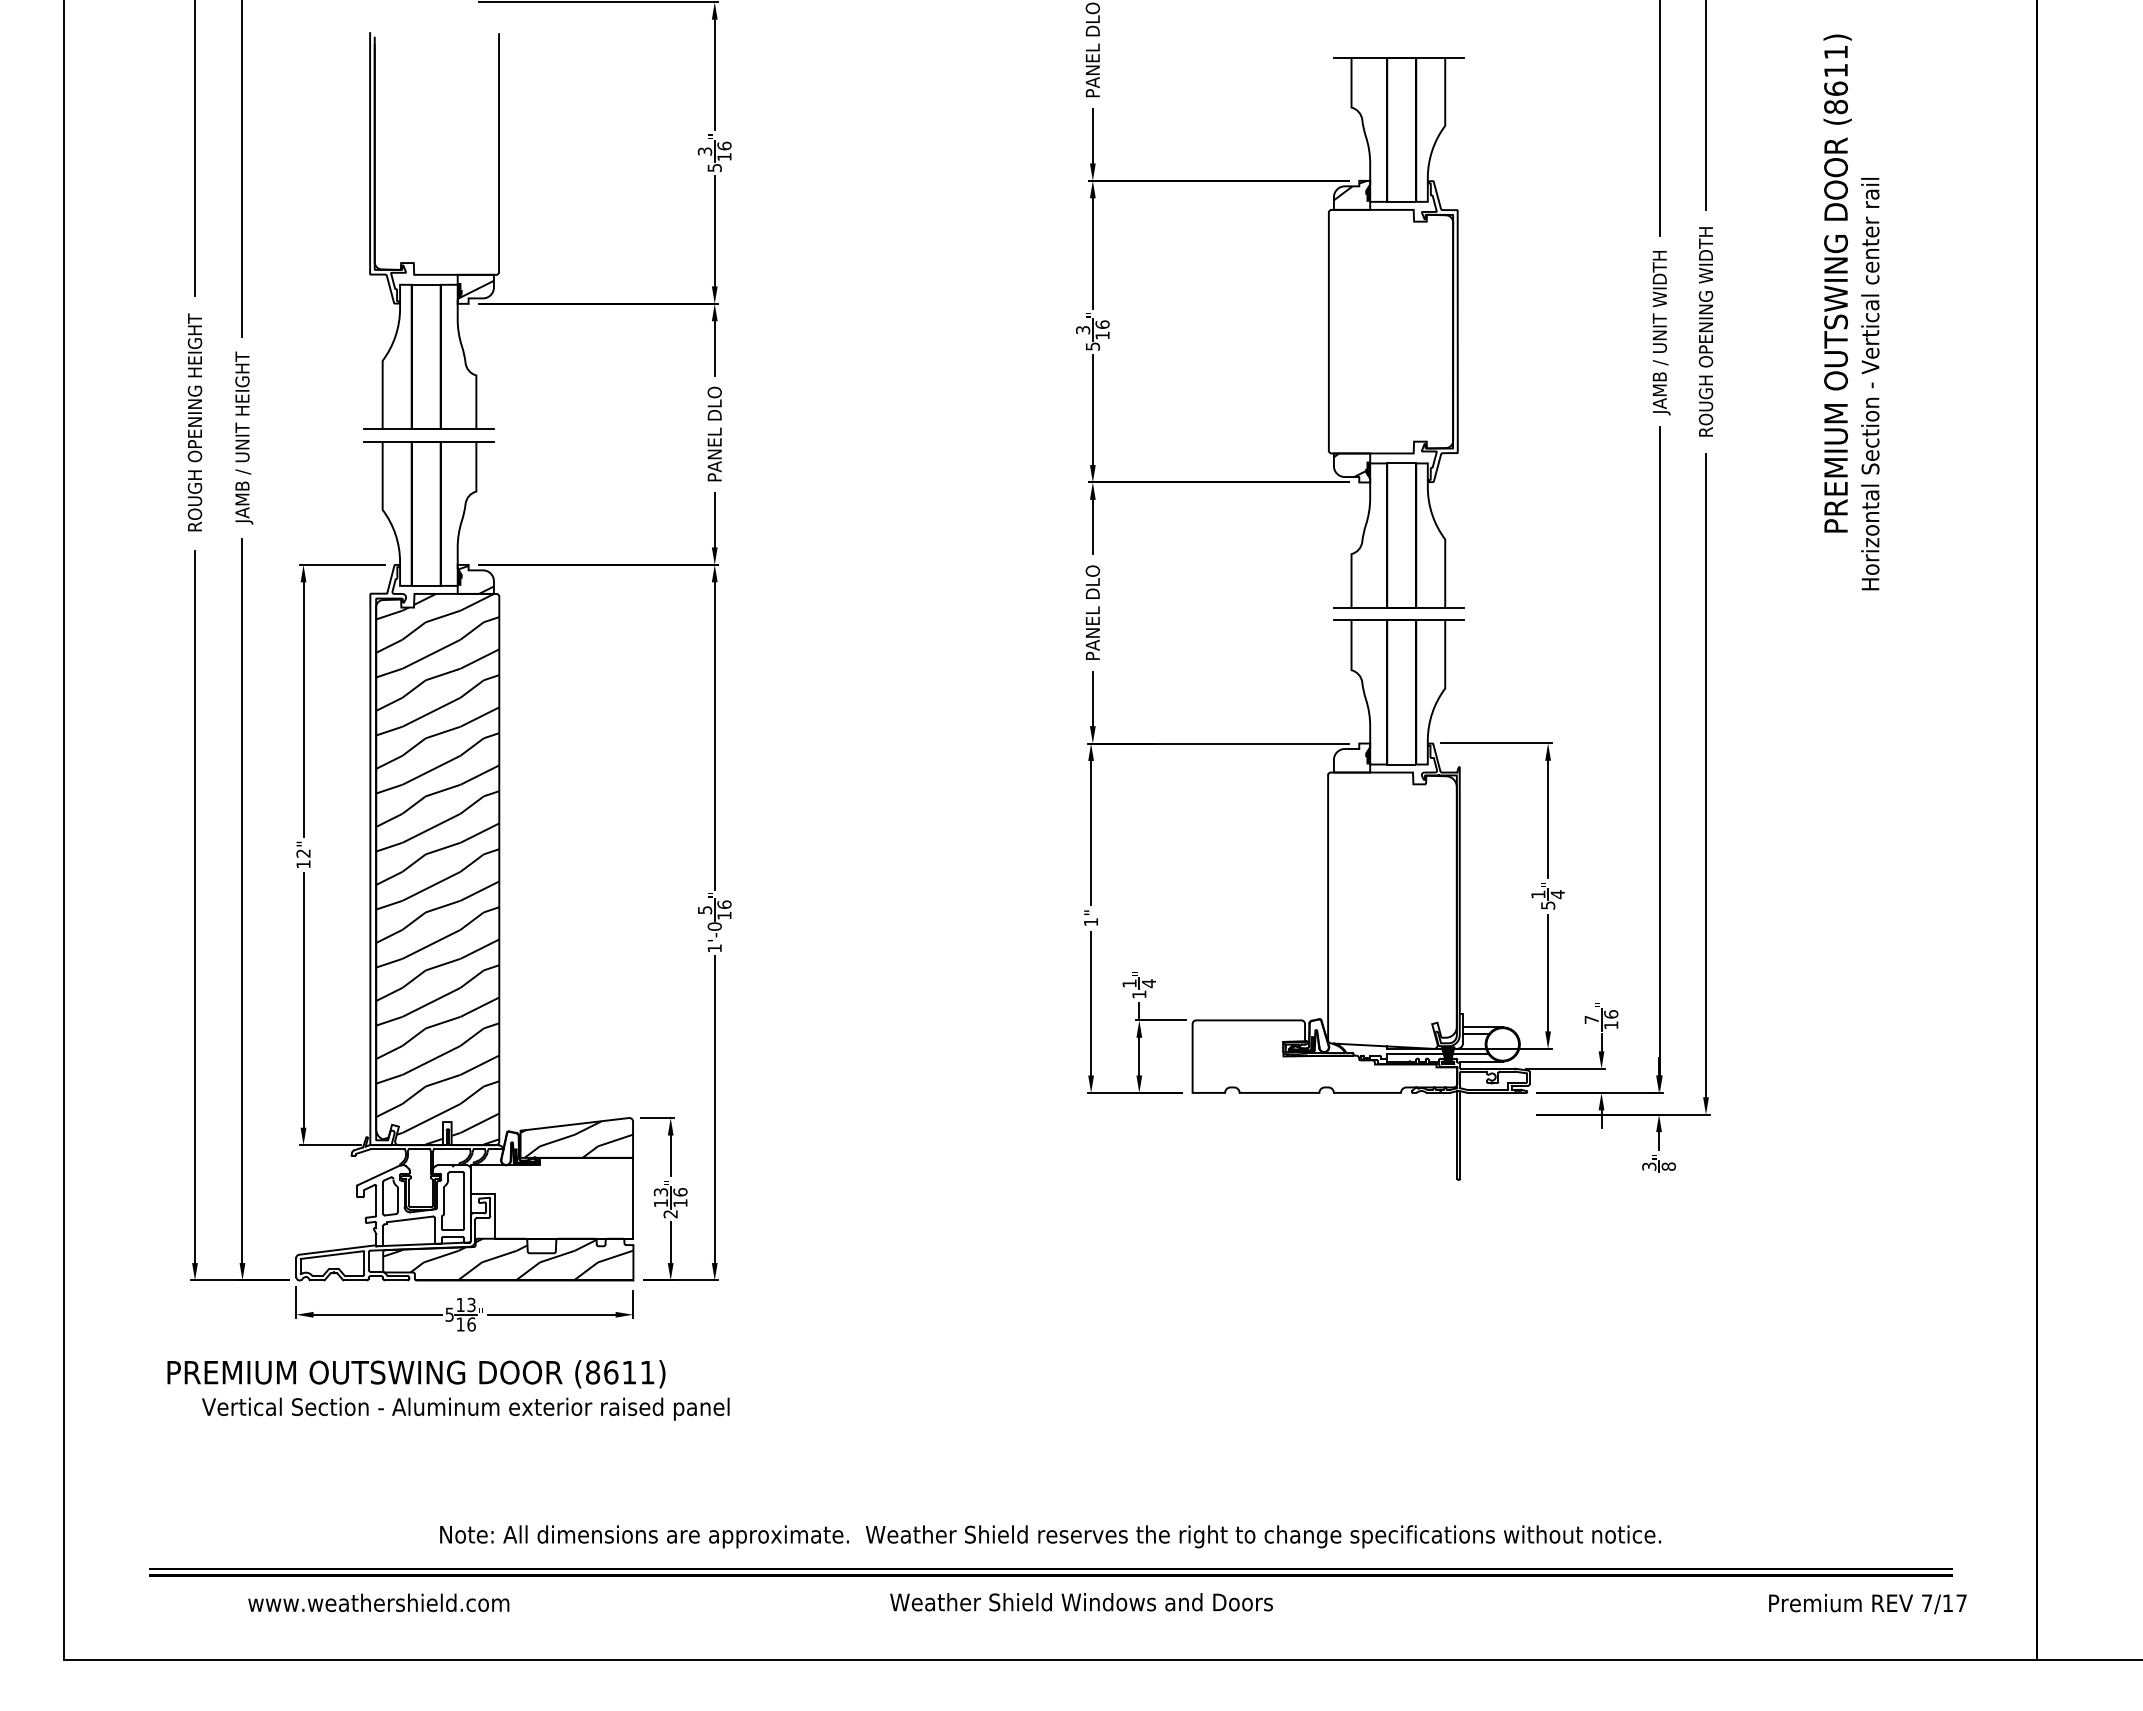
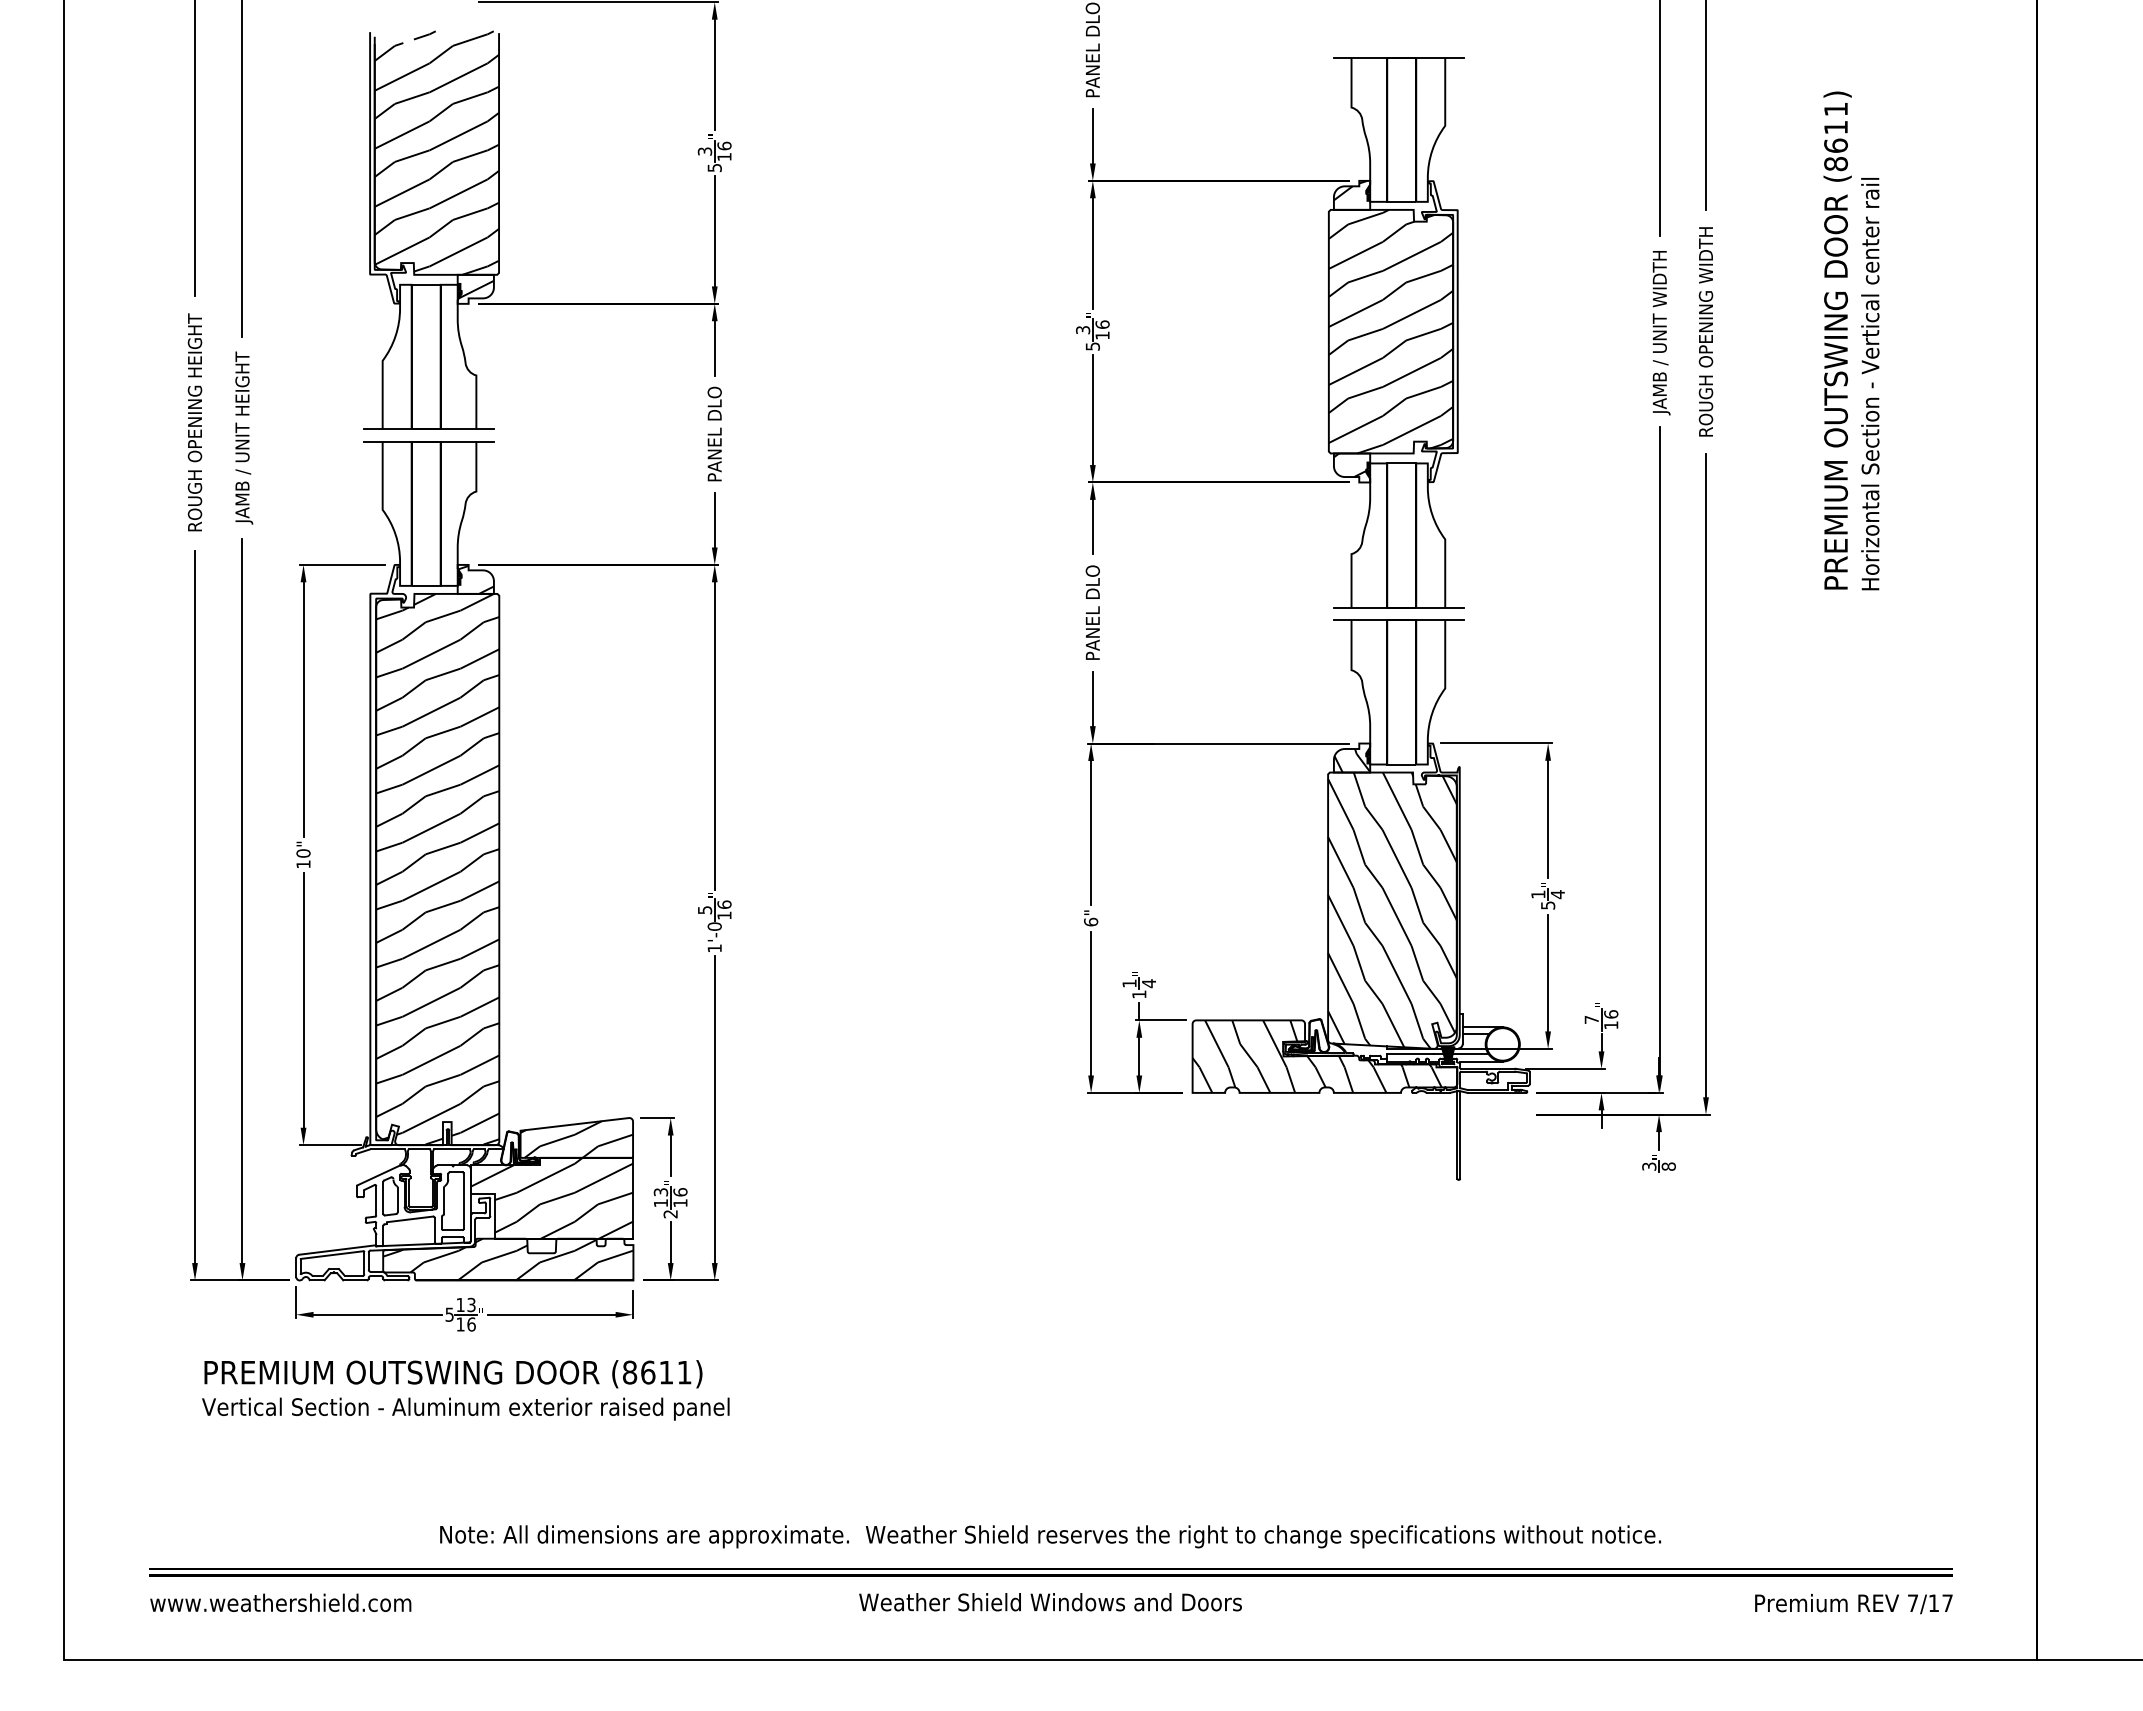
hatch at (436, 152): none -> present
text at (1837, 283) position: (1837, 283) -> (1837, 340)
hatch at (1390, 331): none -> present
hatch at (1352, 760): none -> present
text at (303, 853): 12" -> 10"
hatch at (1392, 910): none -> present
text at (1091, 921): 1" -> 6"
hatch at (1316, 1056): none -> present
hatch at (552, 1197): none -> present
text at (416, 1374) position: (416, 1374) -> (453, 1374)
text at (378, 1602) position: (378, 1602) -> (280, 1602)
text at (1081, 1602) position: (1081, 1602) -> (1050, 1602)
text at (1867, 1603) position: (1867, 1603) -> (1853, 1603)
